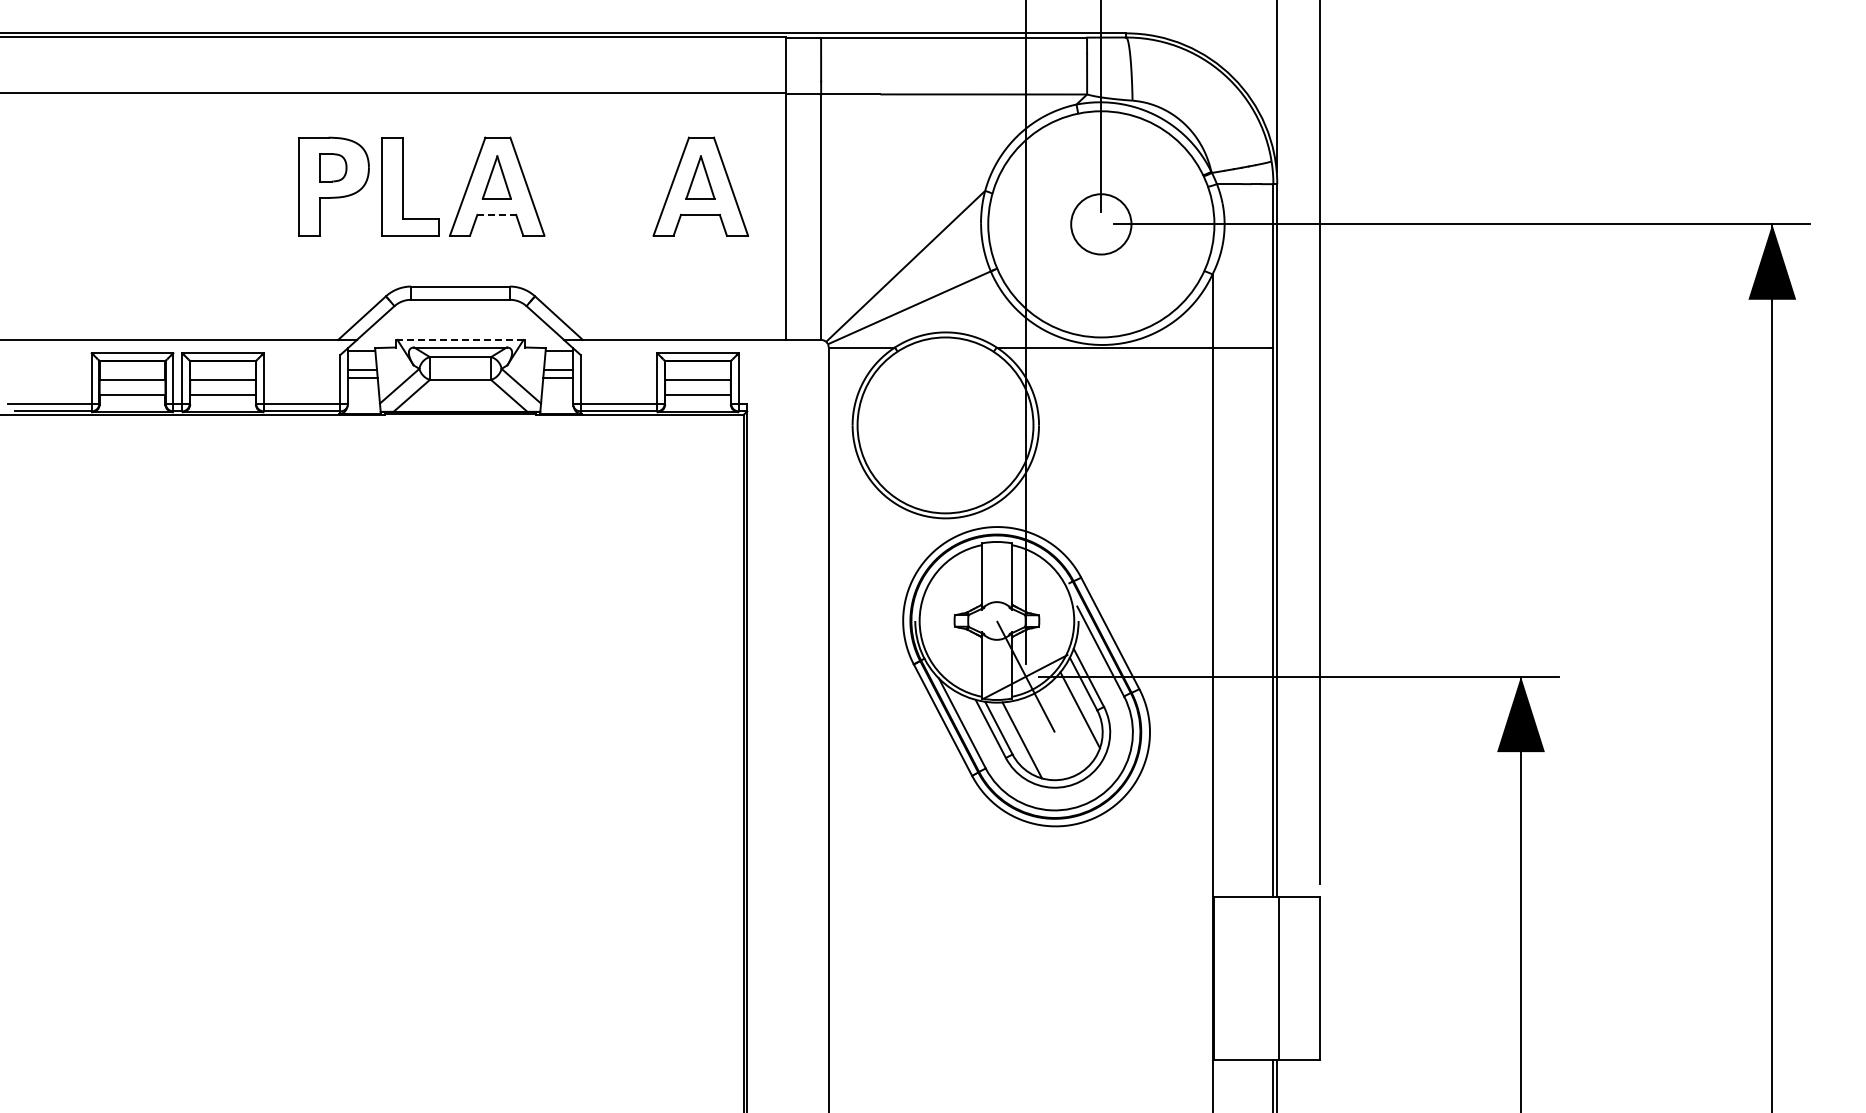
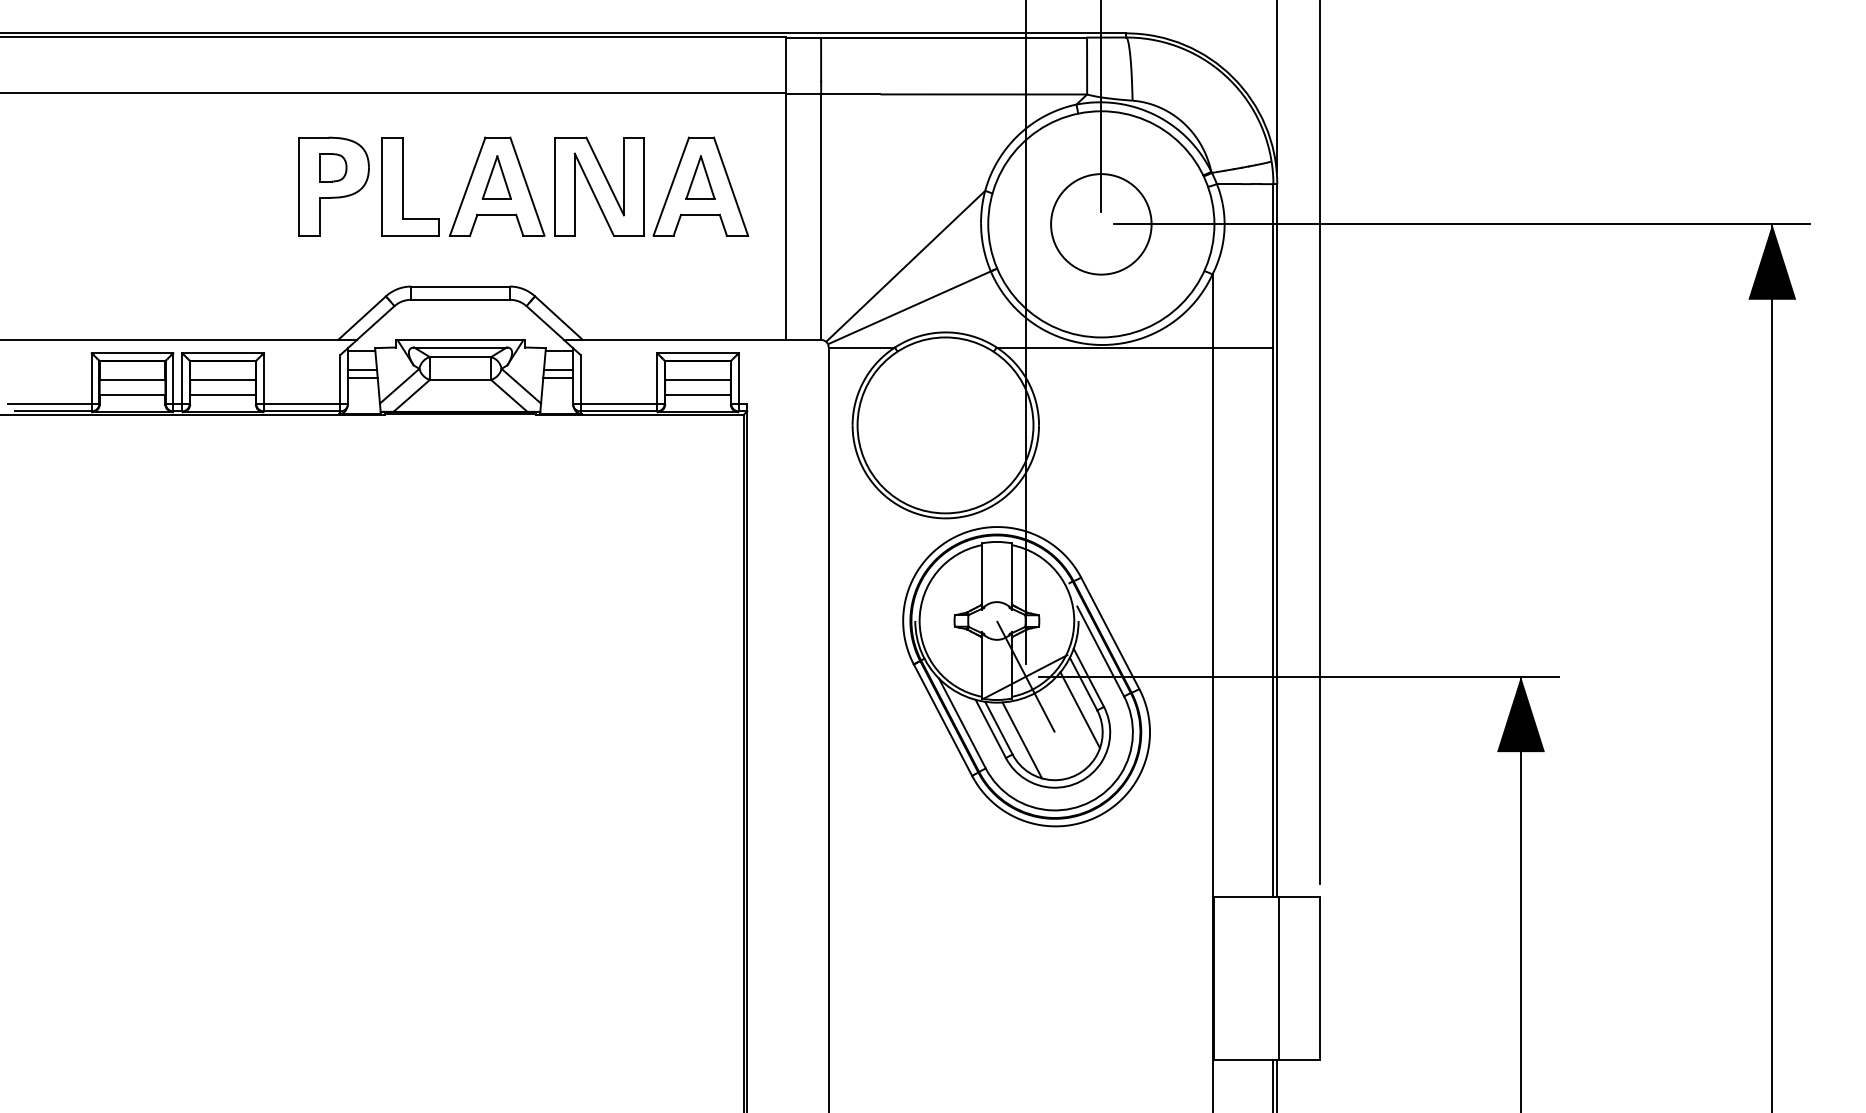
part at (599, 186): none -> present
line at (497, 214): dashed -> solid
circle at (1101, 224) diameter: 60 px -> 101 px
line at (460, 339): dashed -> solid
